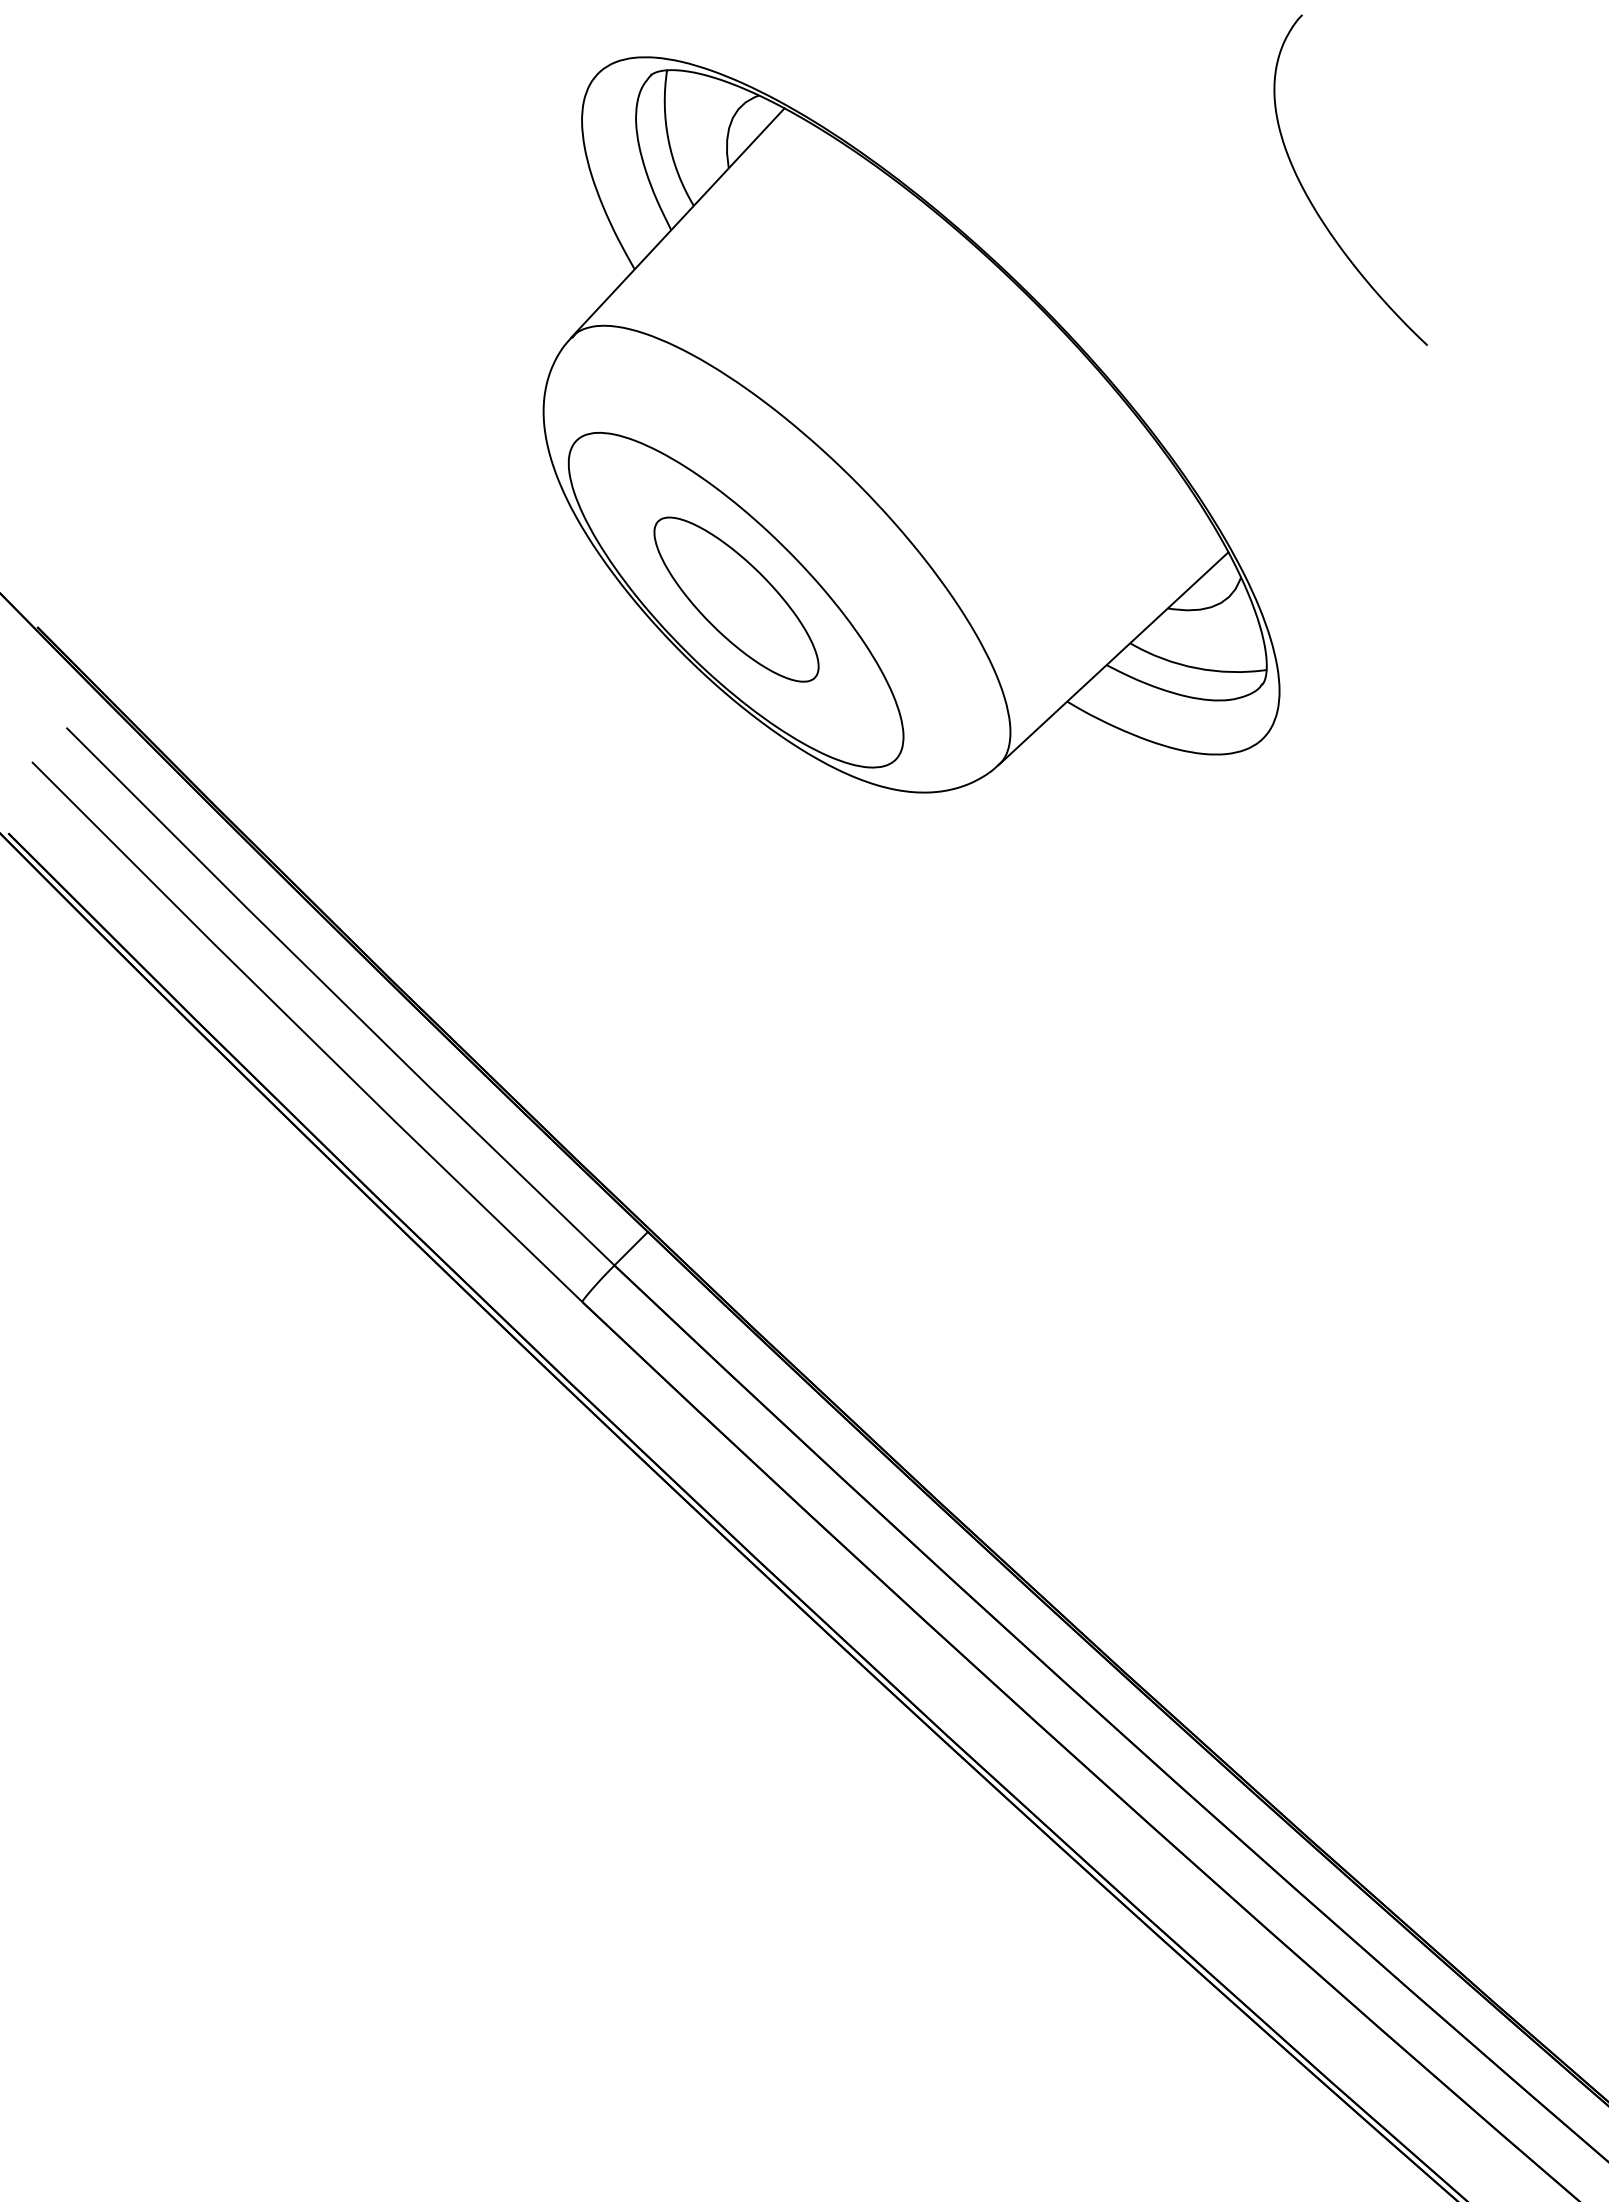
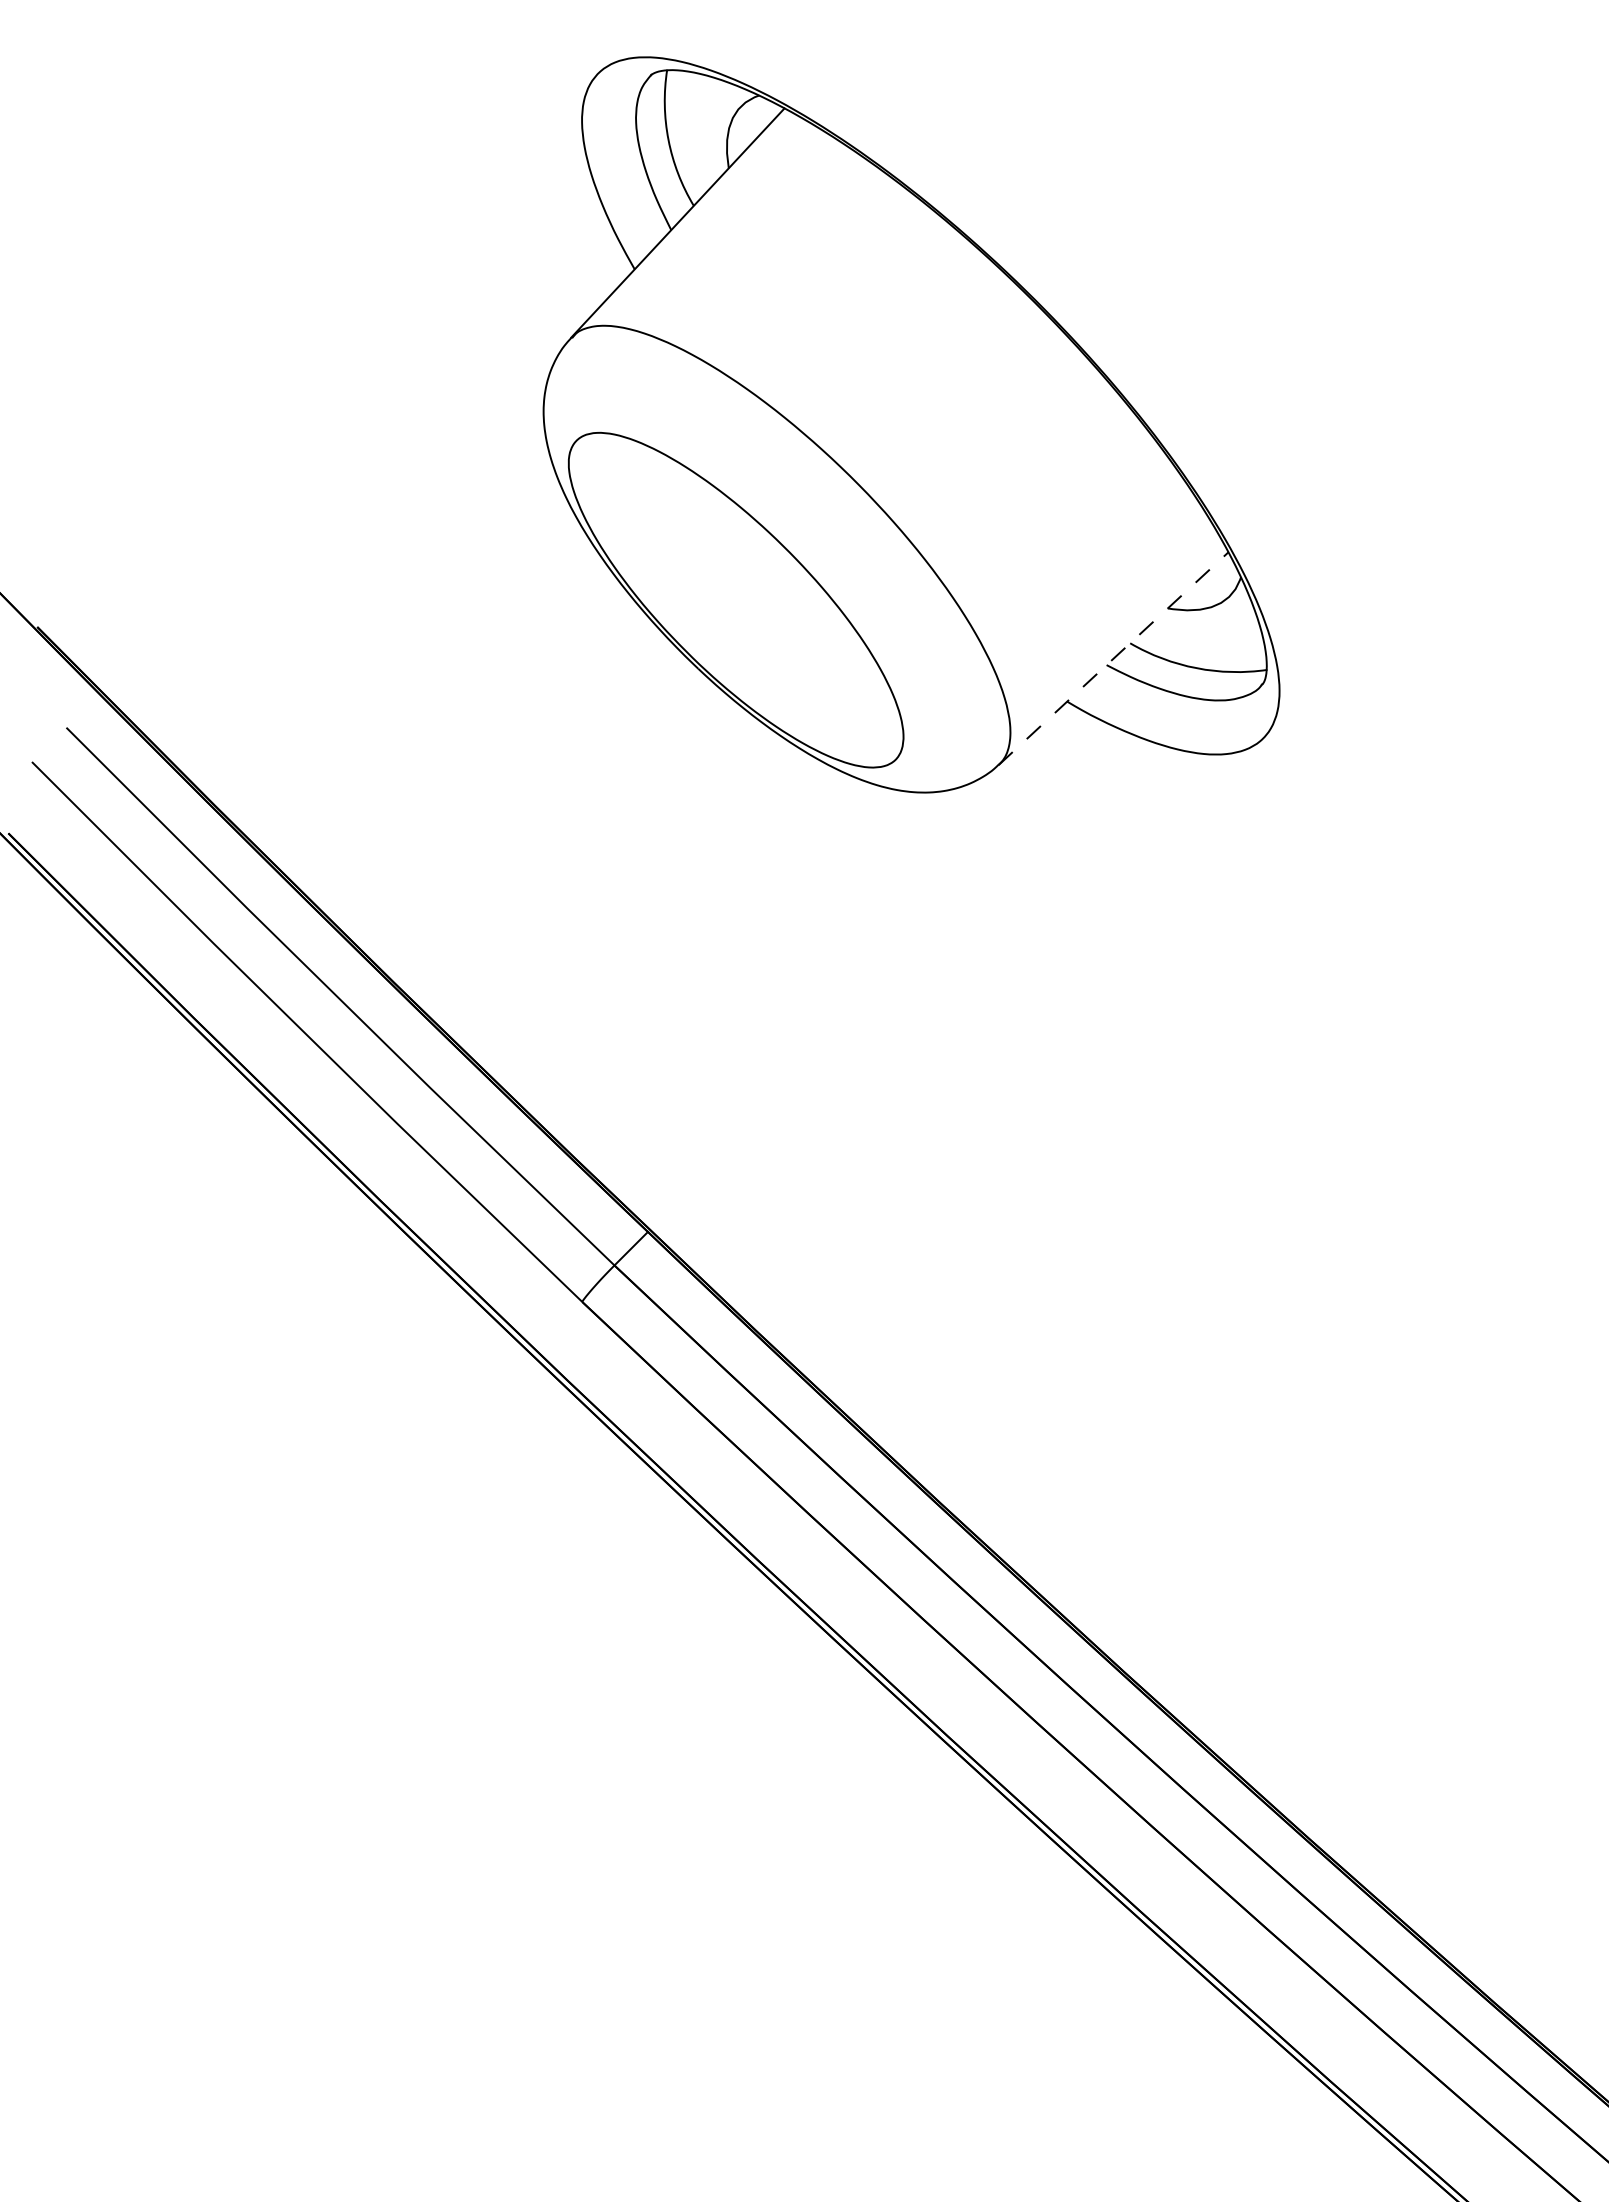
curve at (1313, 204): present -> none
part at (736, 599): present -> none
line at (1113, 658): solid -> dashed
